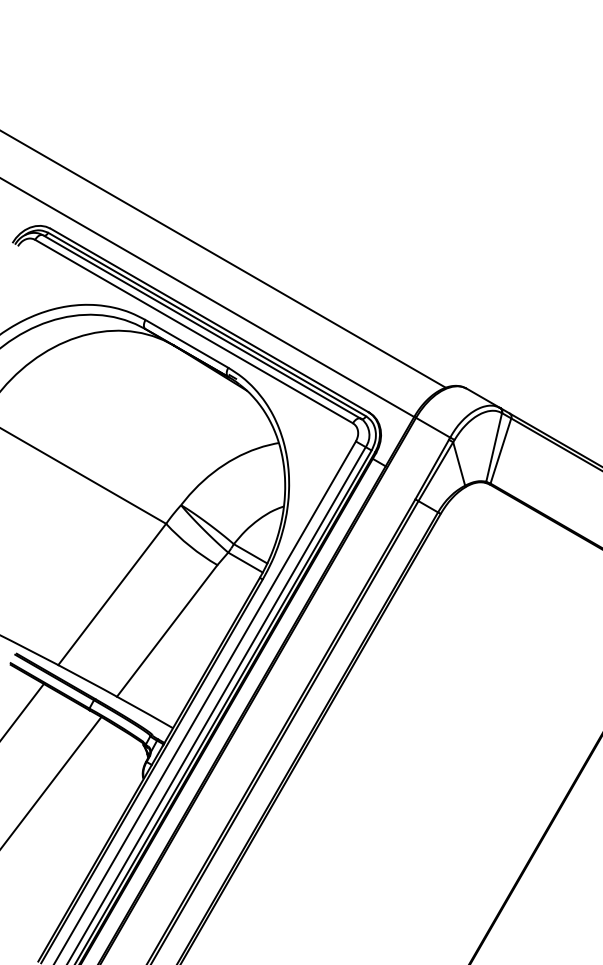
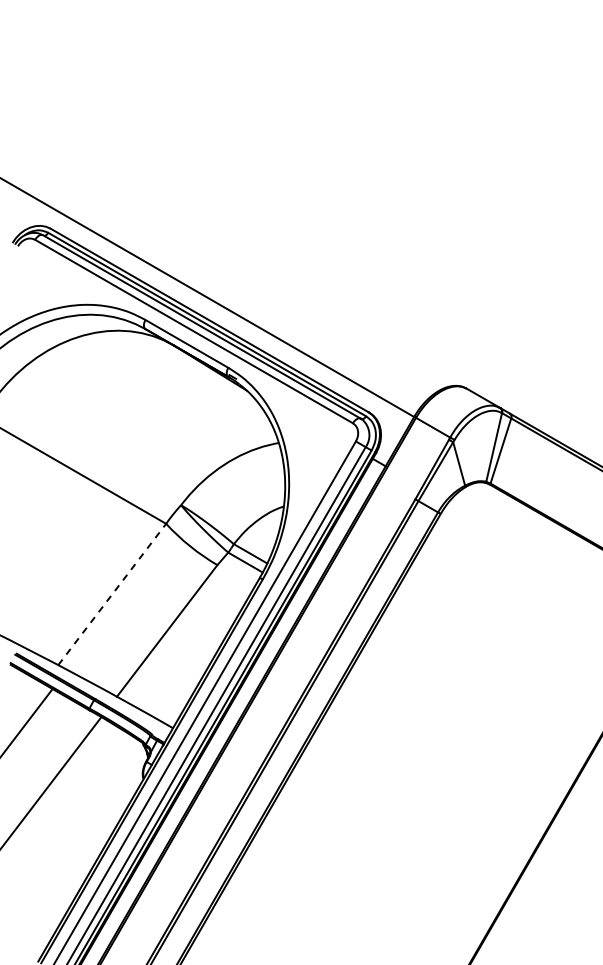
line at (223, 259): present -> none
line at (112, 594): solid -> dashed
line at (22, 711) position: (22, 711) -> (26, 722)
